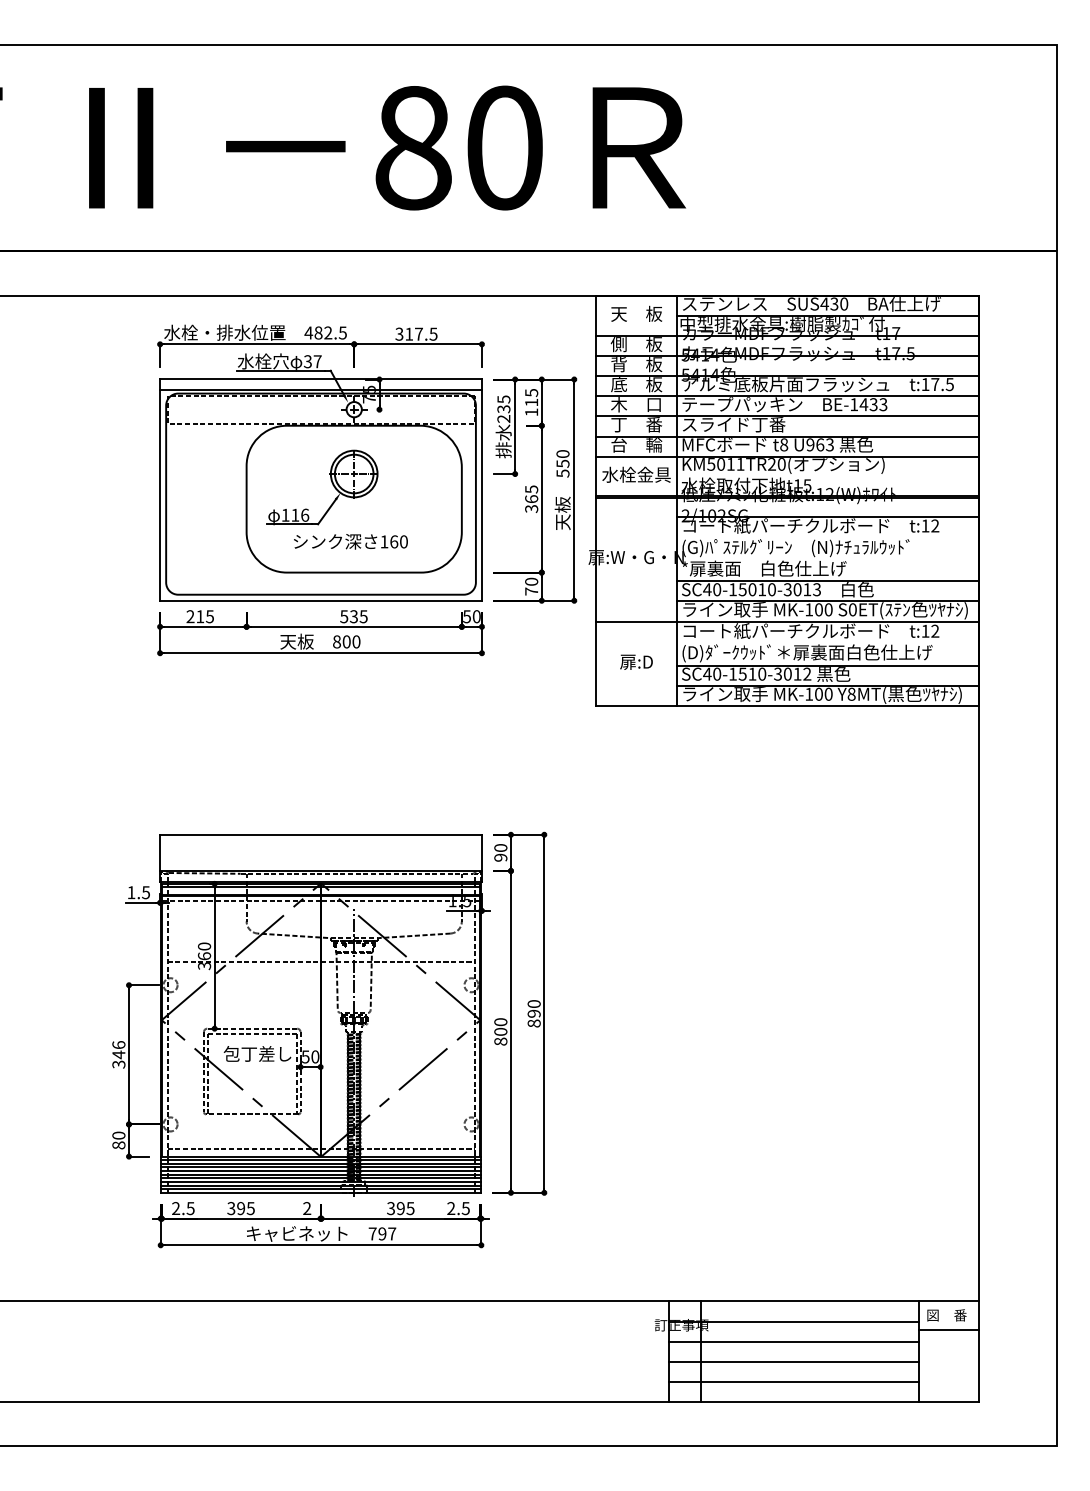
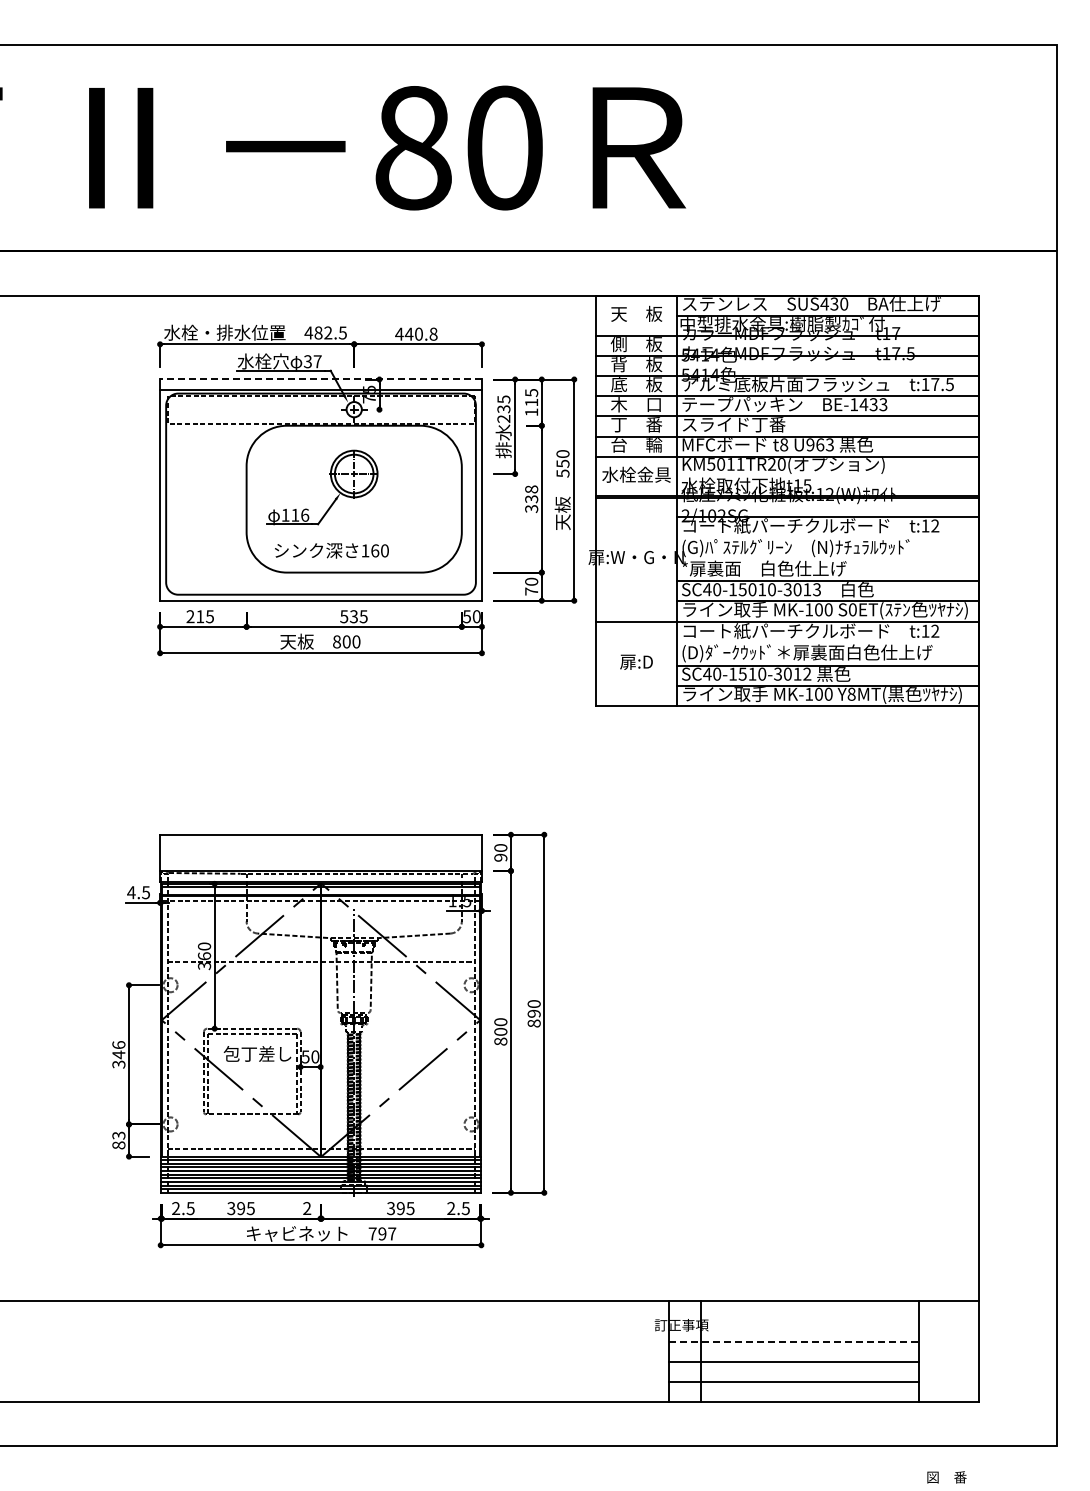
text at (416, 333): 317.5 -> 440.8
line at (321, 379): solid -> dashed
text at (531, 494): 365 -> 338
text at (350, 541) position: (350, 541) -> (331, 550)
text at (131, 892): 1.5 -> 4.5
text at (118, 1135): 80 -> 83
text at (946, 1315) position: (946, 1315) -> (946, 1477)
line at (793, 1321): present -> none
line at (948, 1329): present -> none
line at (793, 1341): solid -> dashed
